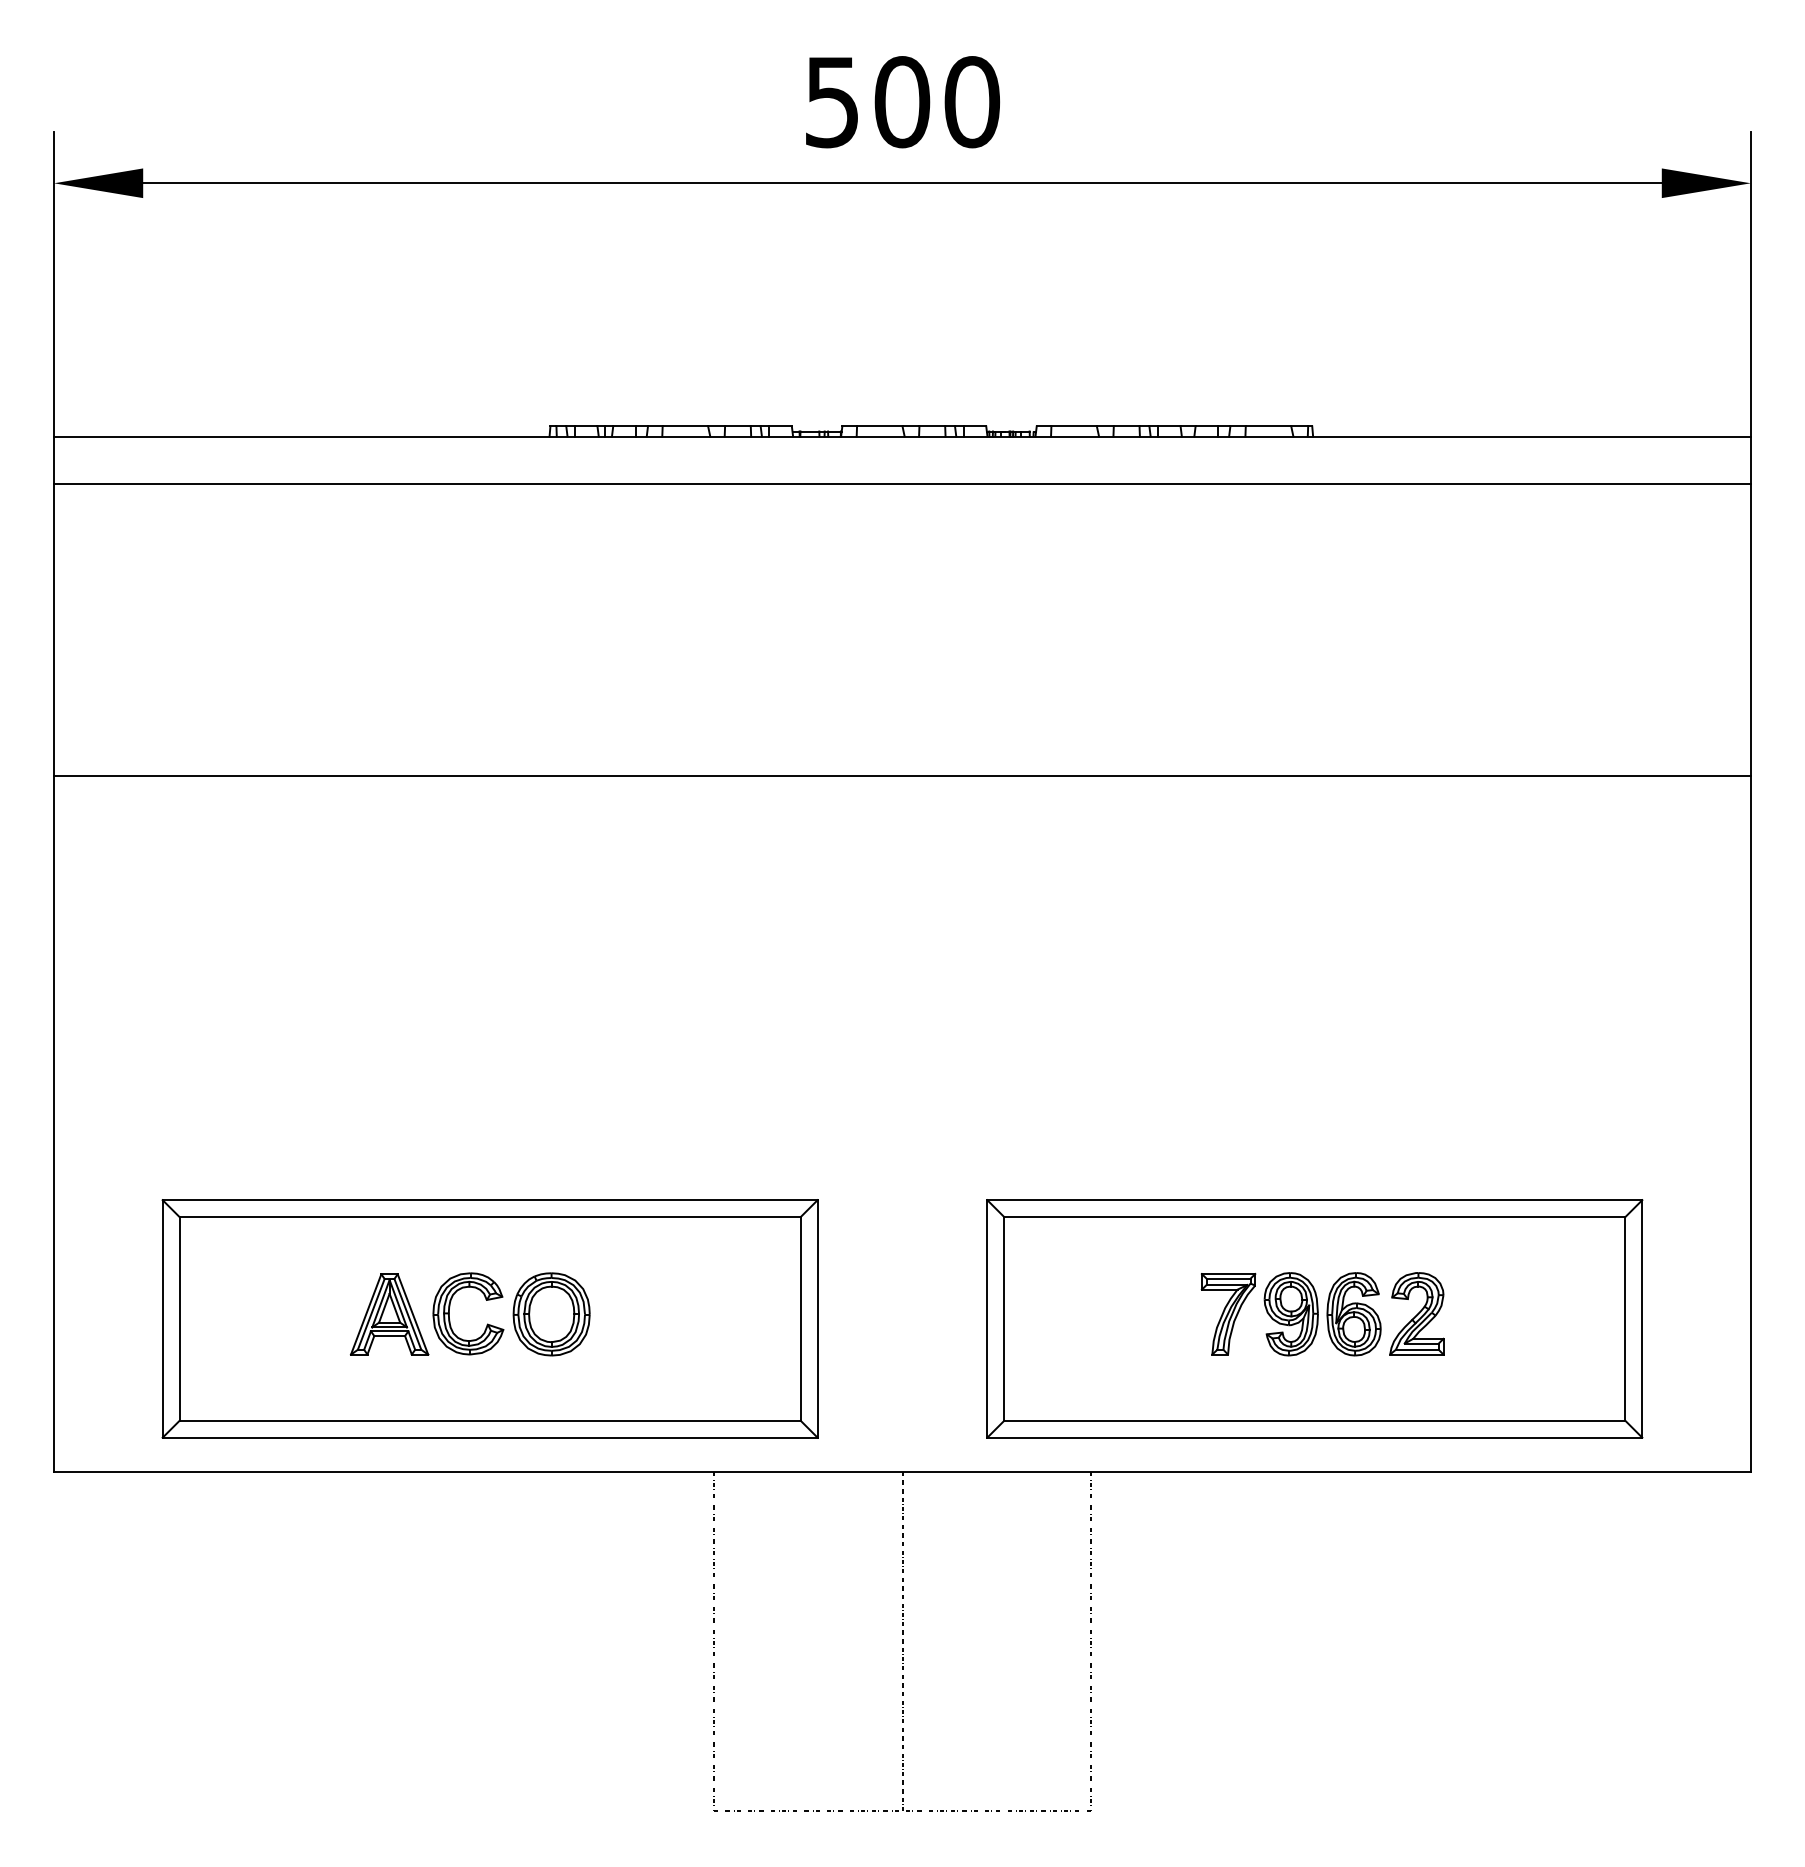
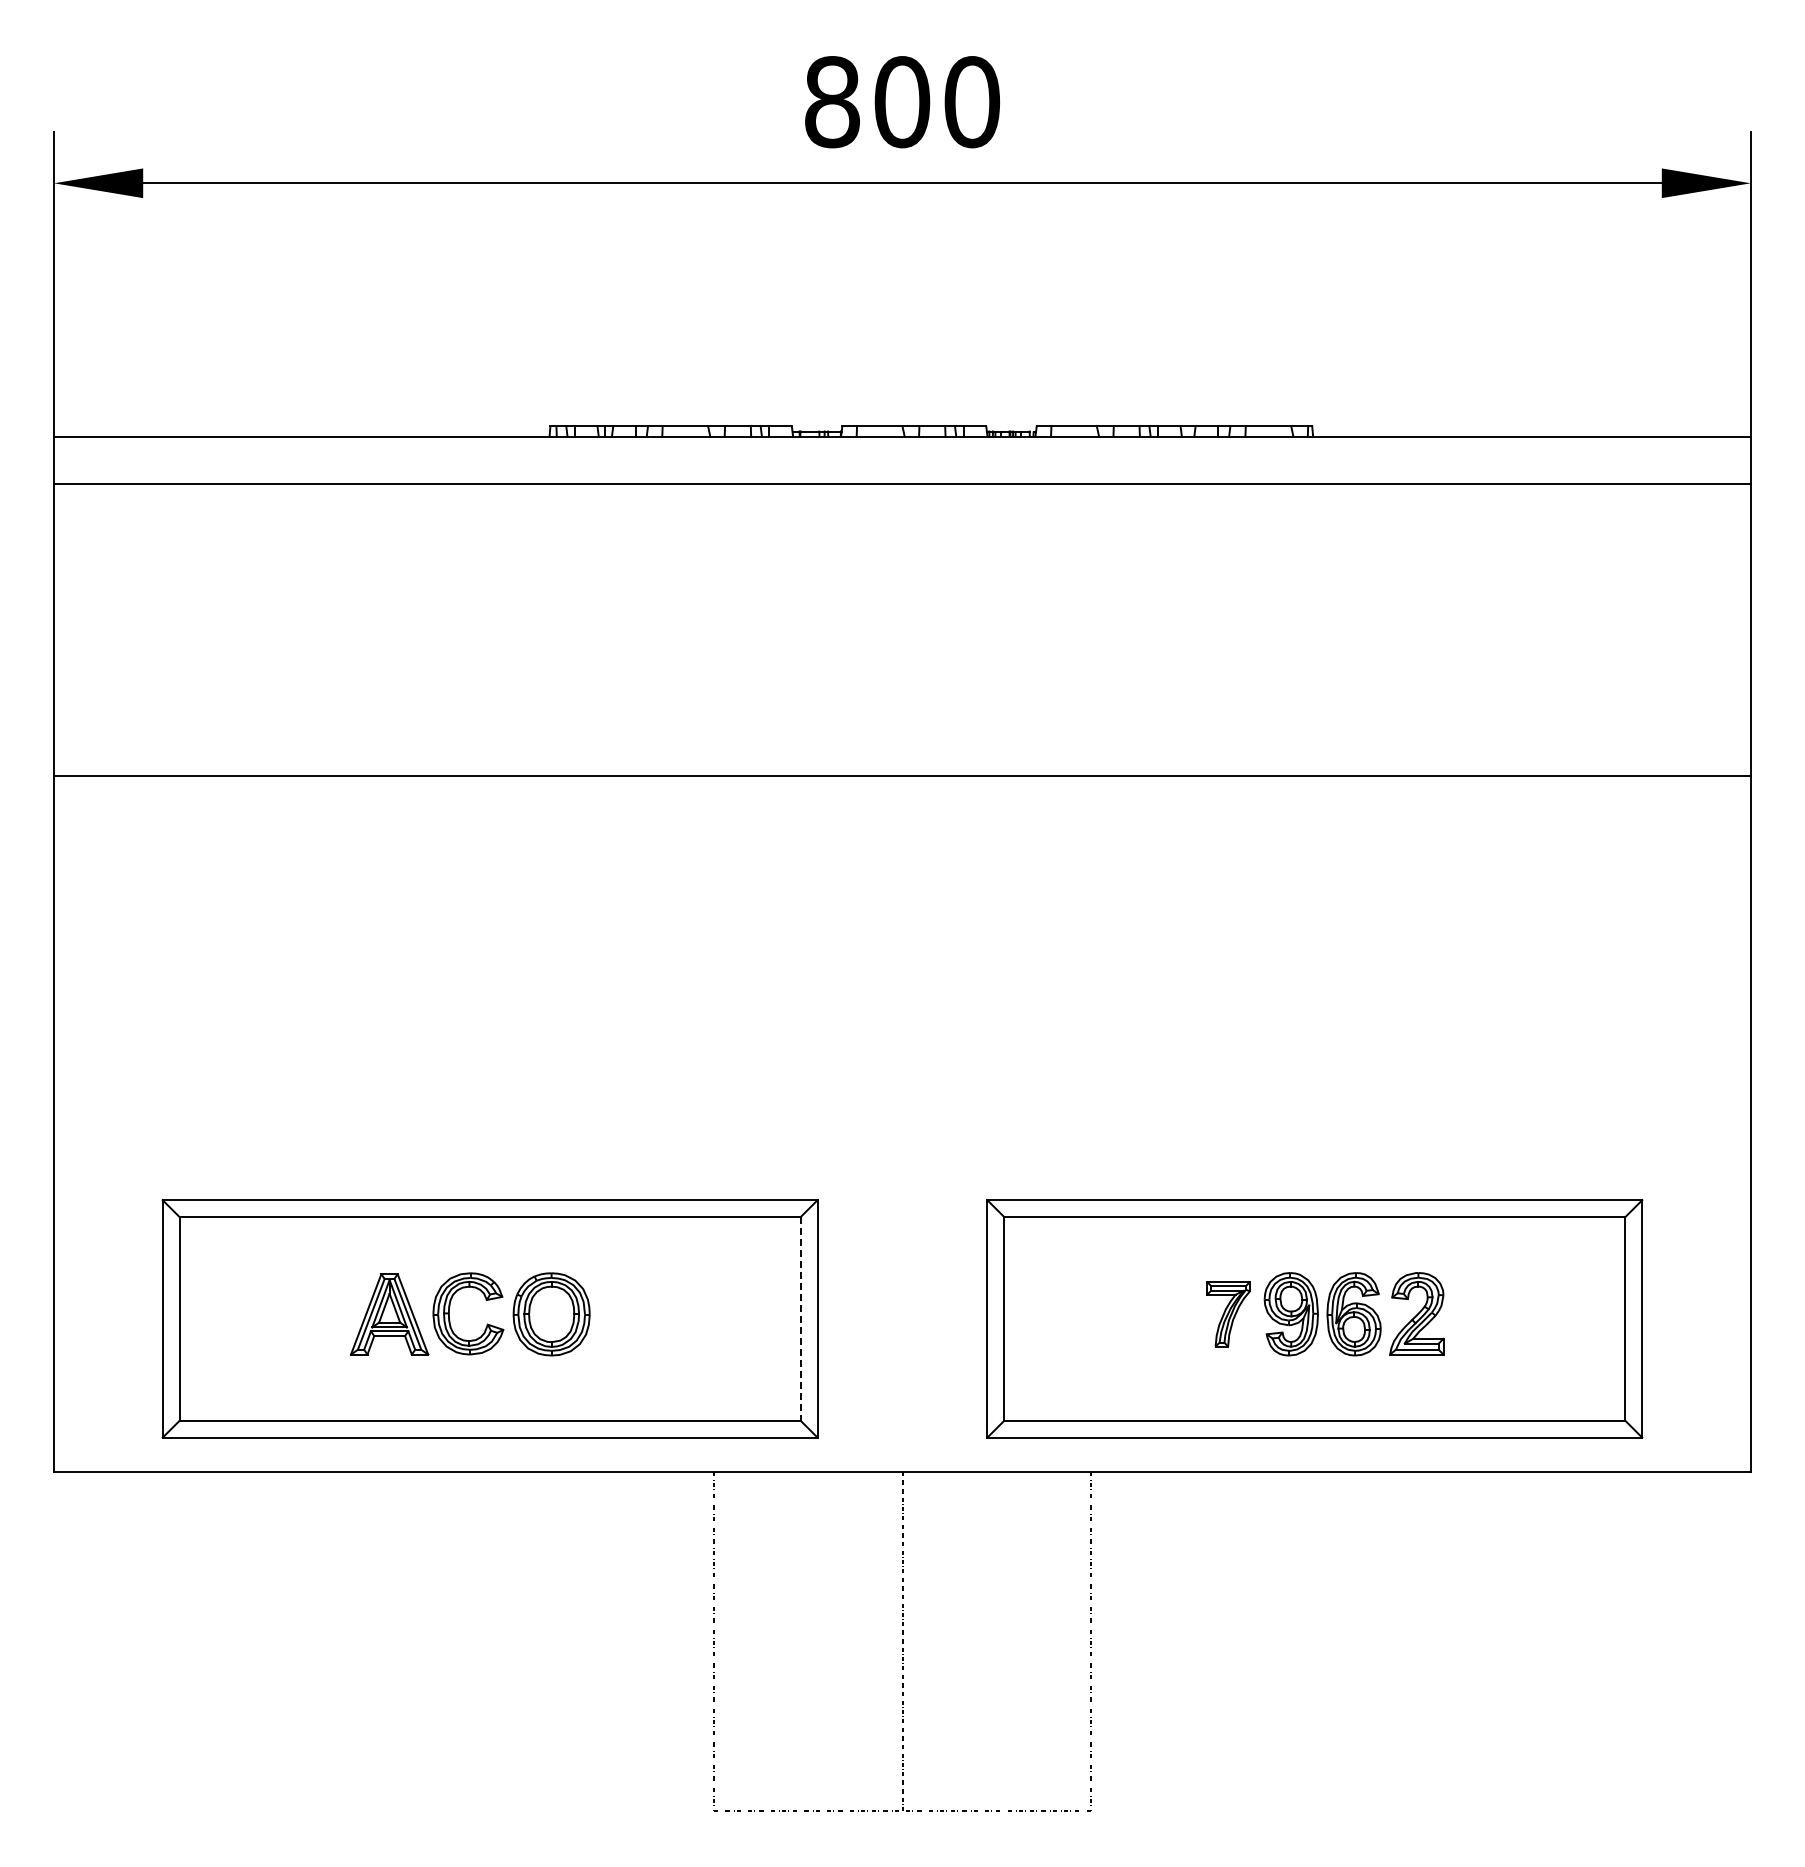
text at (832, 102): 500 -> 800
part at (1228, 1314) size: 57x83 px -> 45x67 px
line at (800, 1318): solid -> dashed
